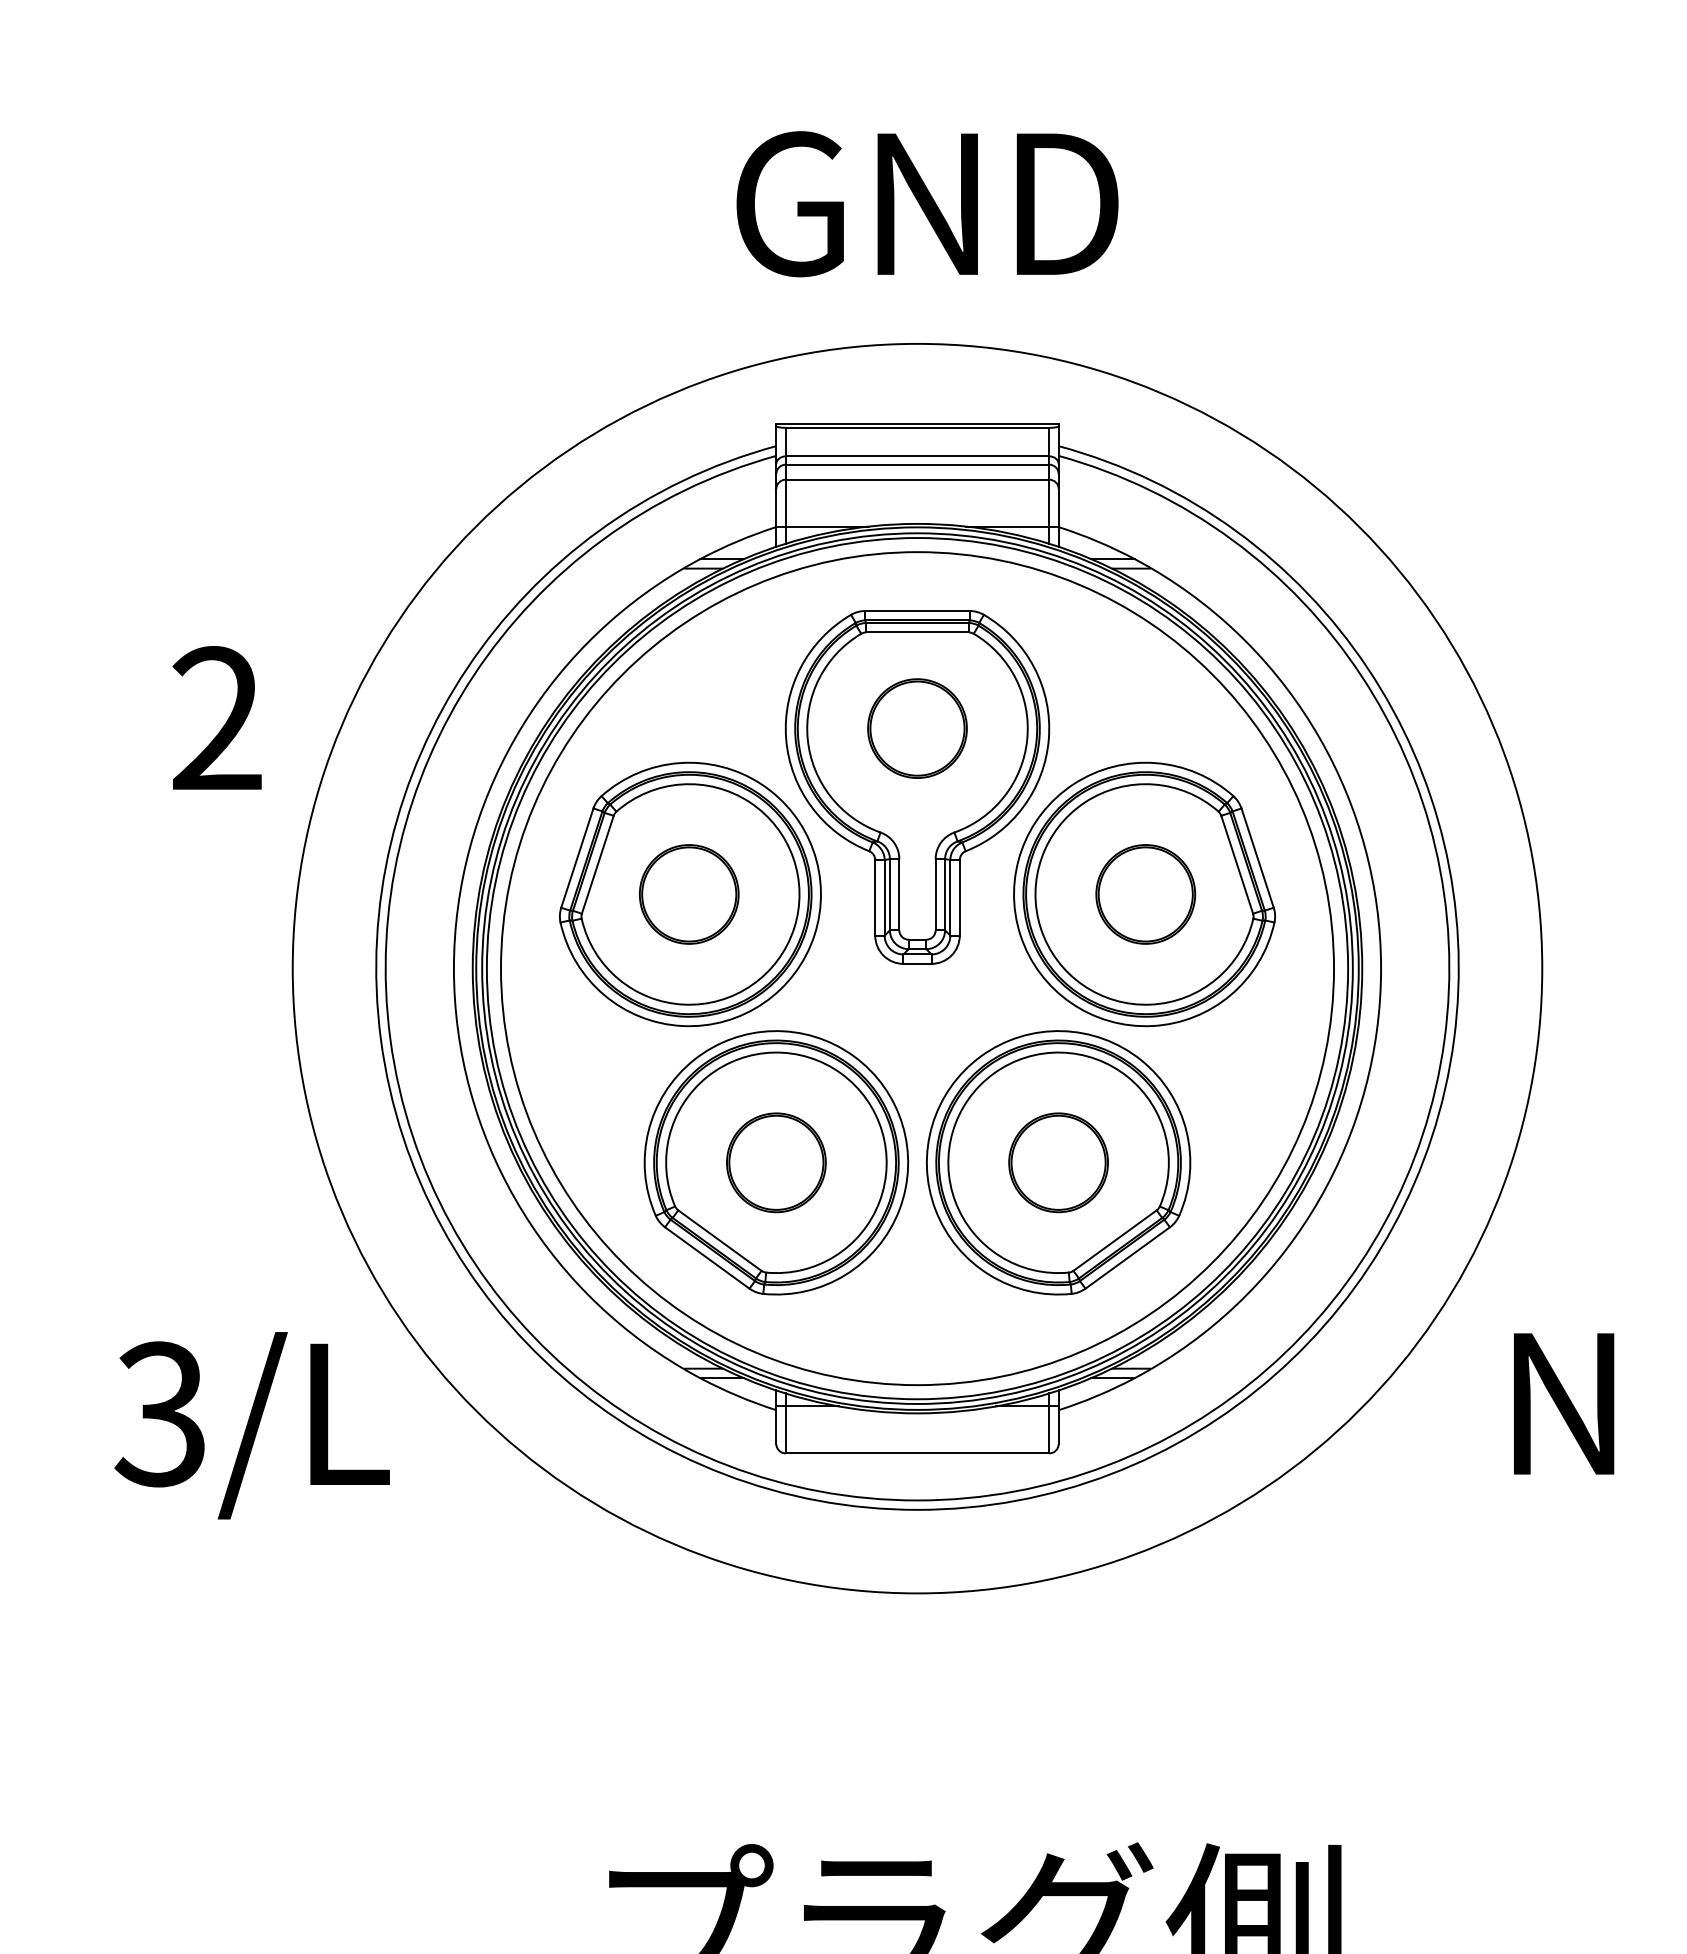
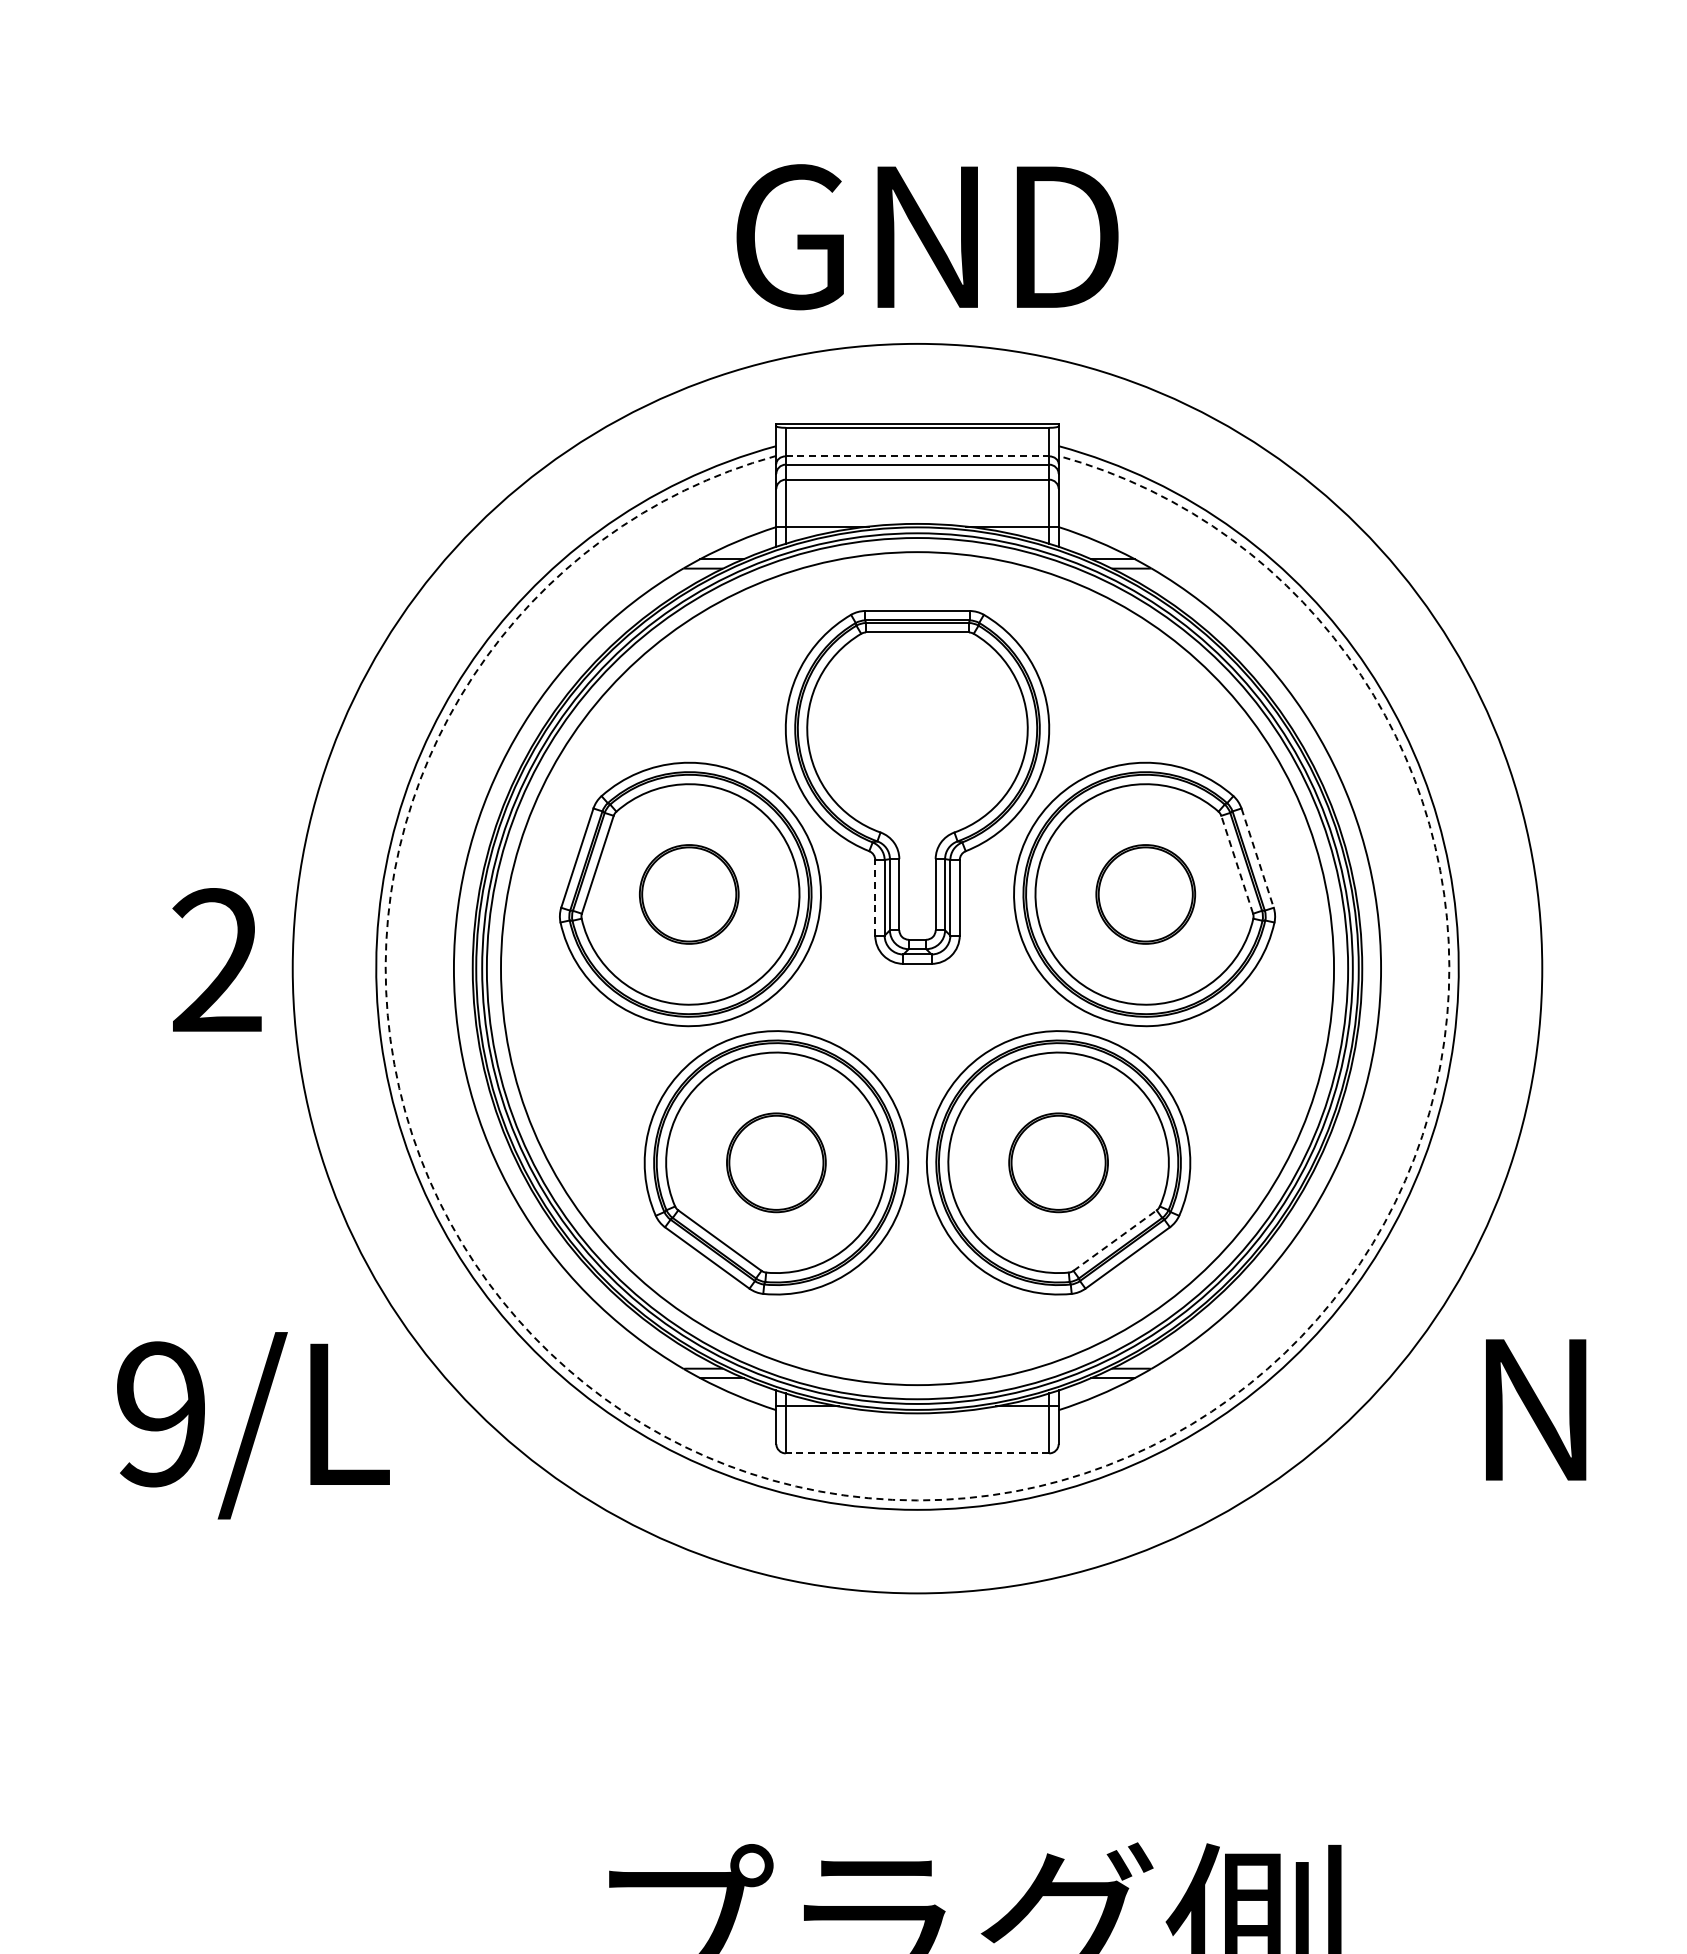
text at (927, 204) position: (927, 204) -> (927, 237)
line at (917, 456): solid -> dashed
text at (216, 717) position: (216, 717) -> (216, 959)
part at (917, 728): present -> none
line at (1257, 858): solid -> dashed
line at (1237, 864): solid -> dashed
line at (875, 897): solid -> dashed
line at (1115, 1240): solid -> dashed
text at (1564, 1403) position: (1564, 1403) -> (1536, 1409)
text at (159, 1414): 3/L -> 9/L
line at (917, 1453): solid -> dashed
arc at (917, 1500): solid -> dashed
